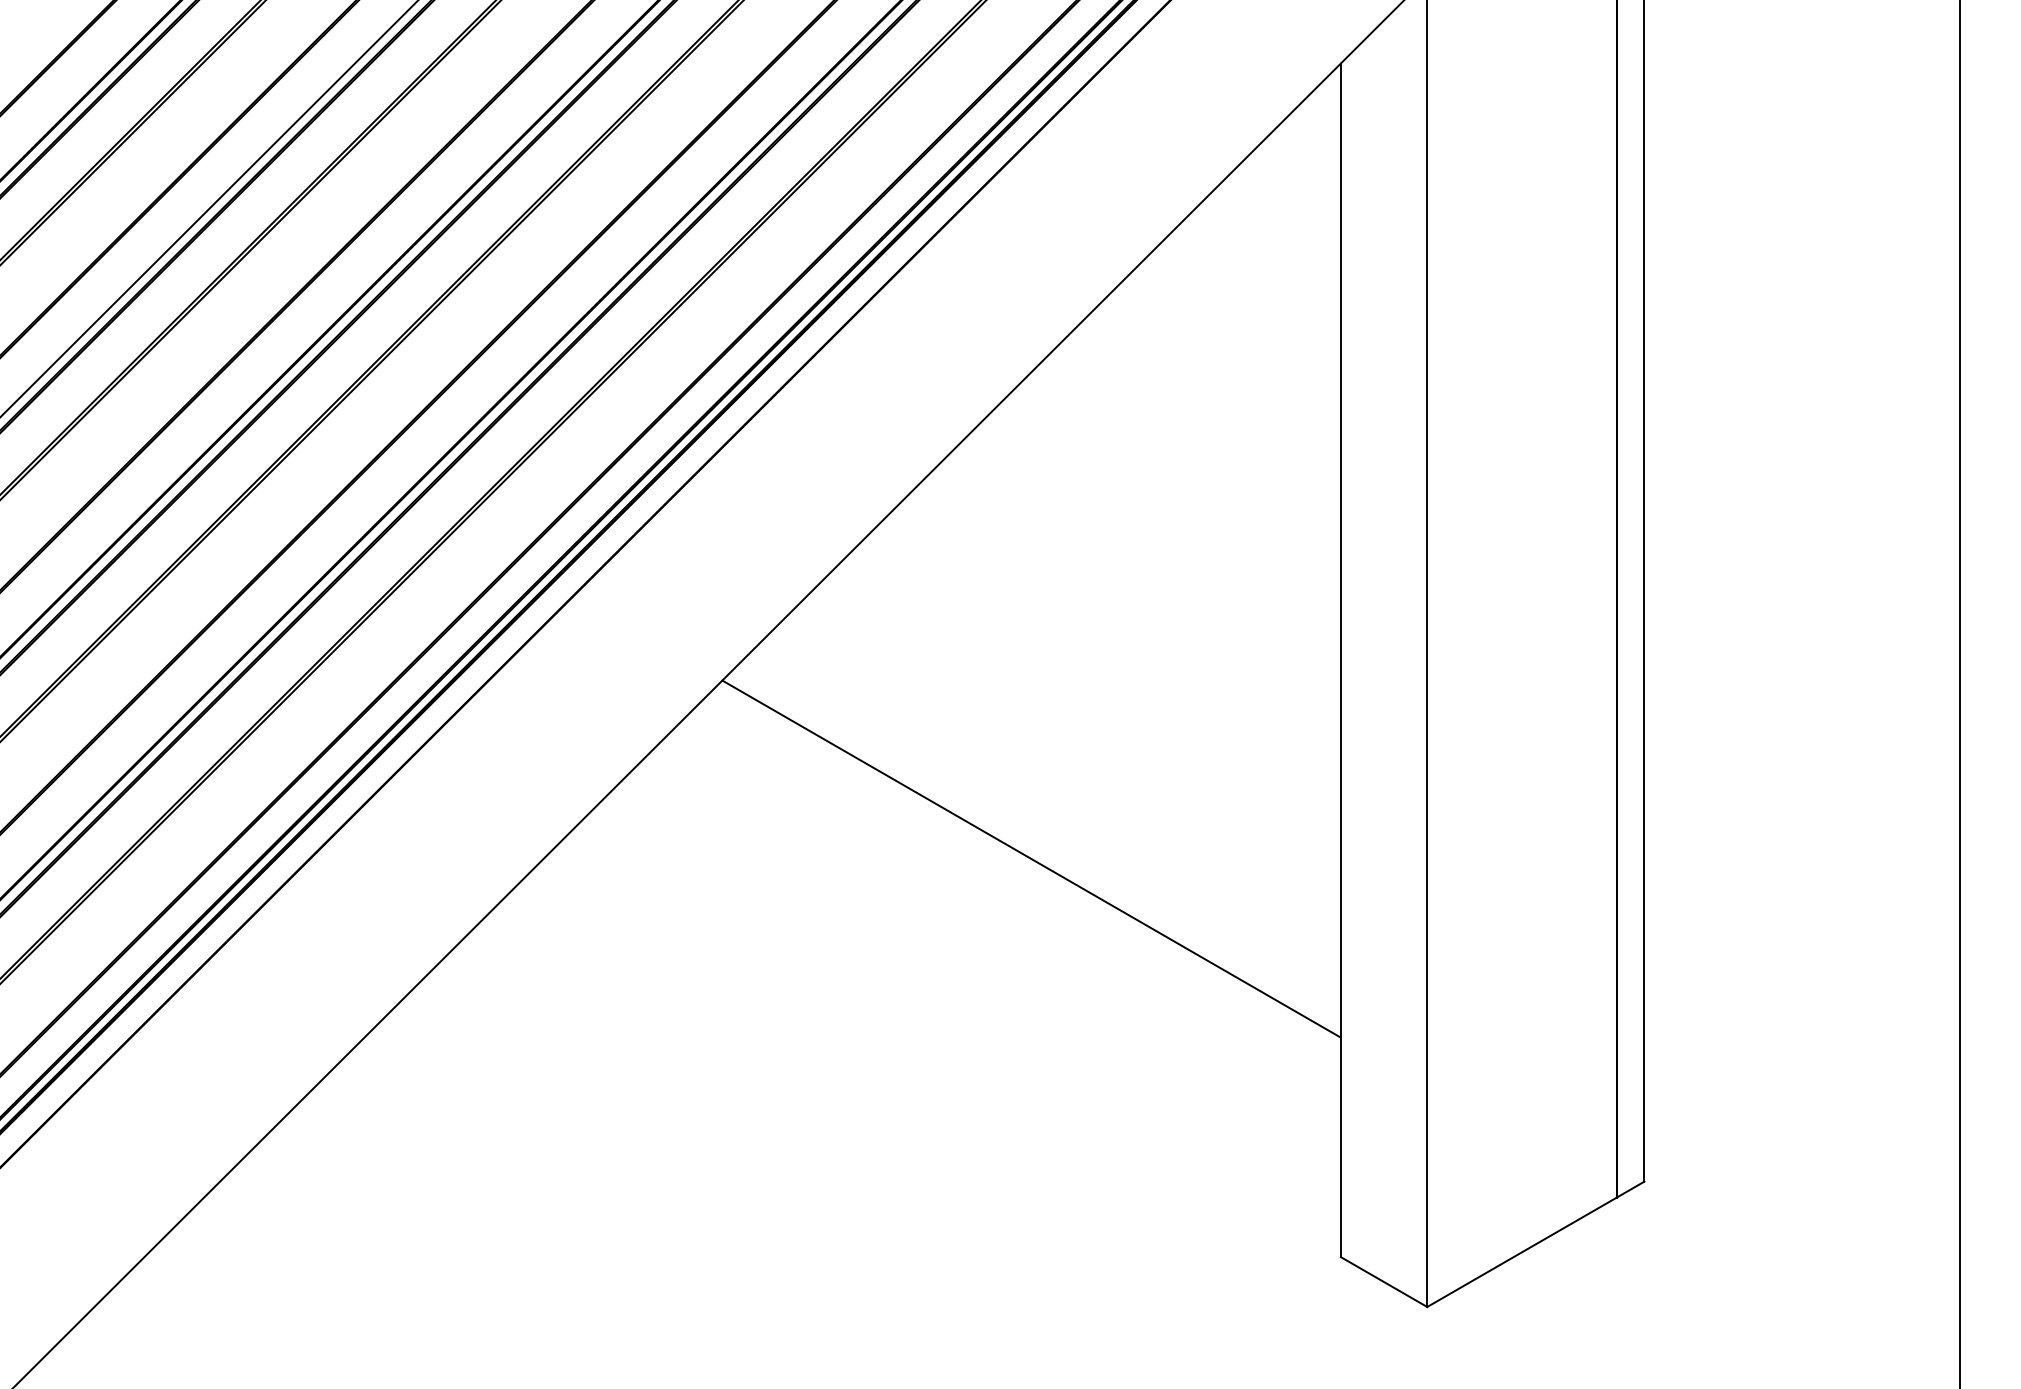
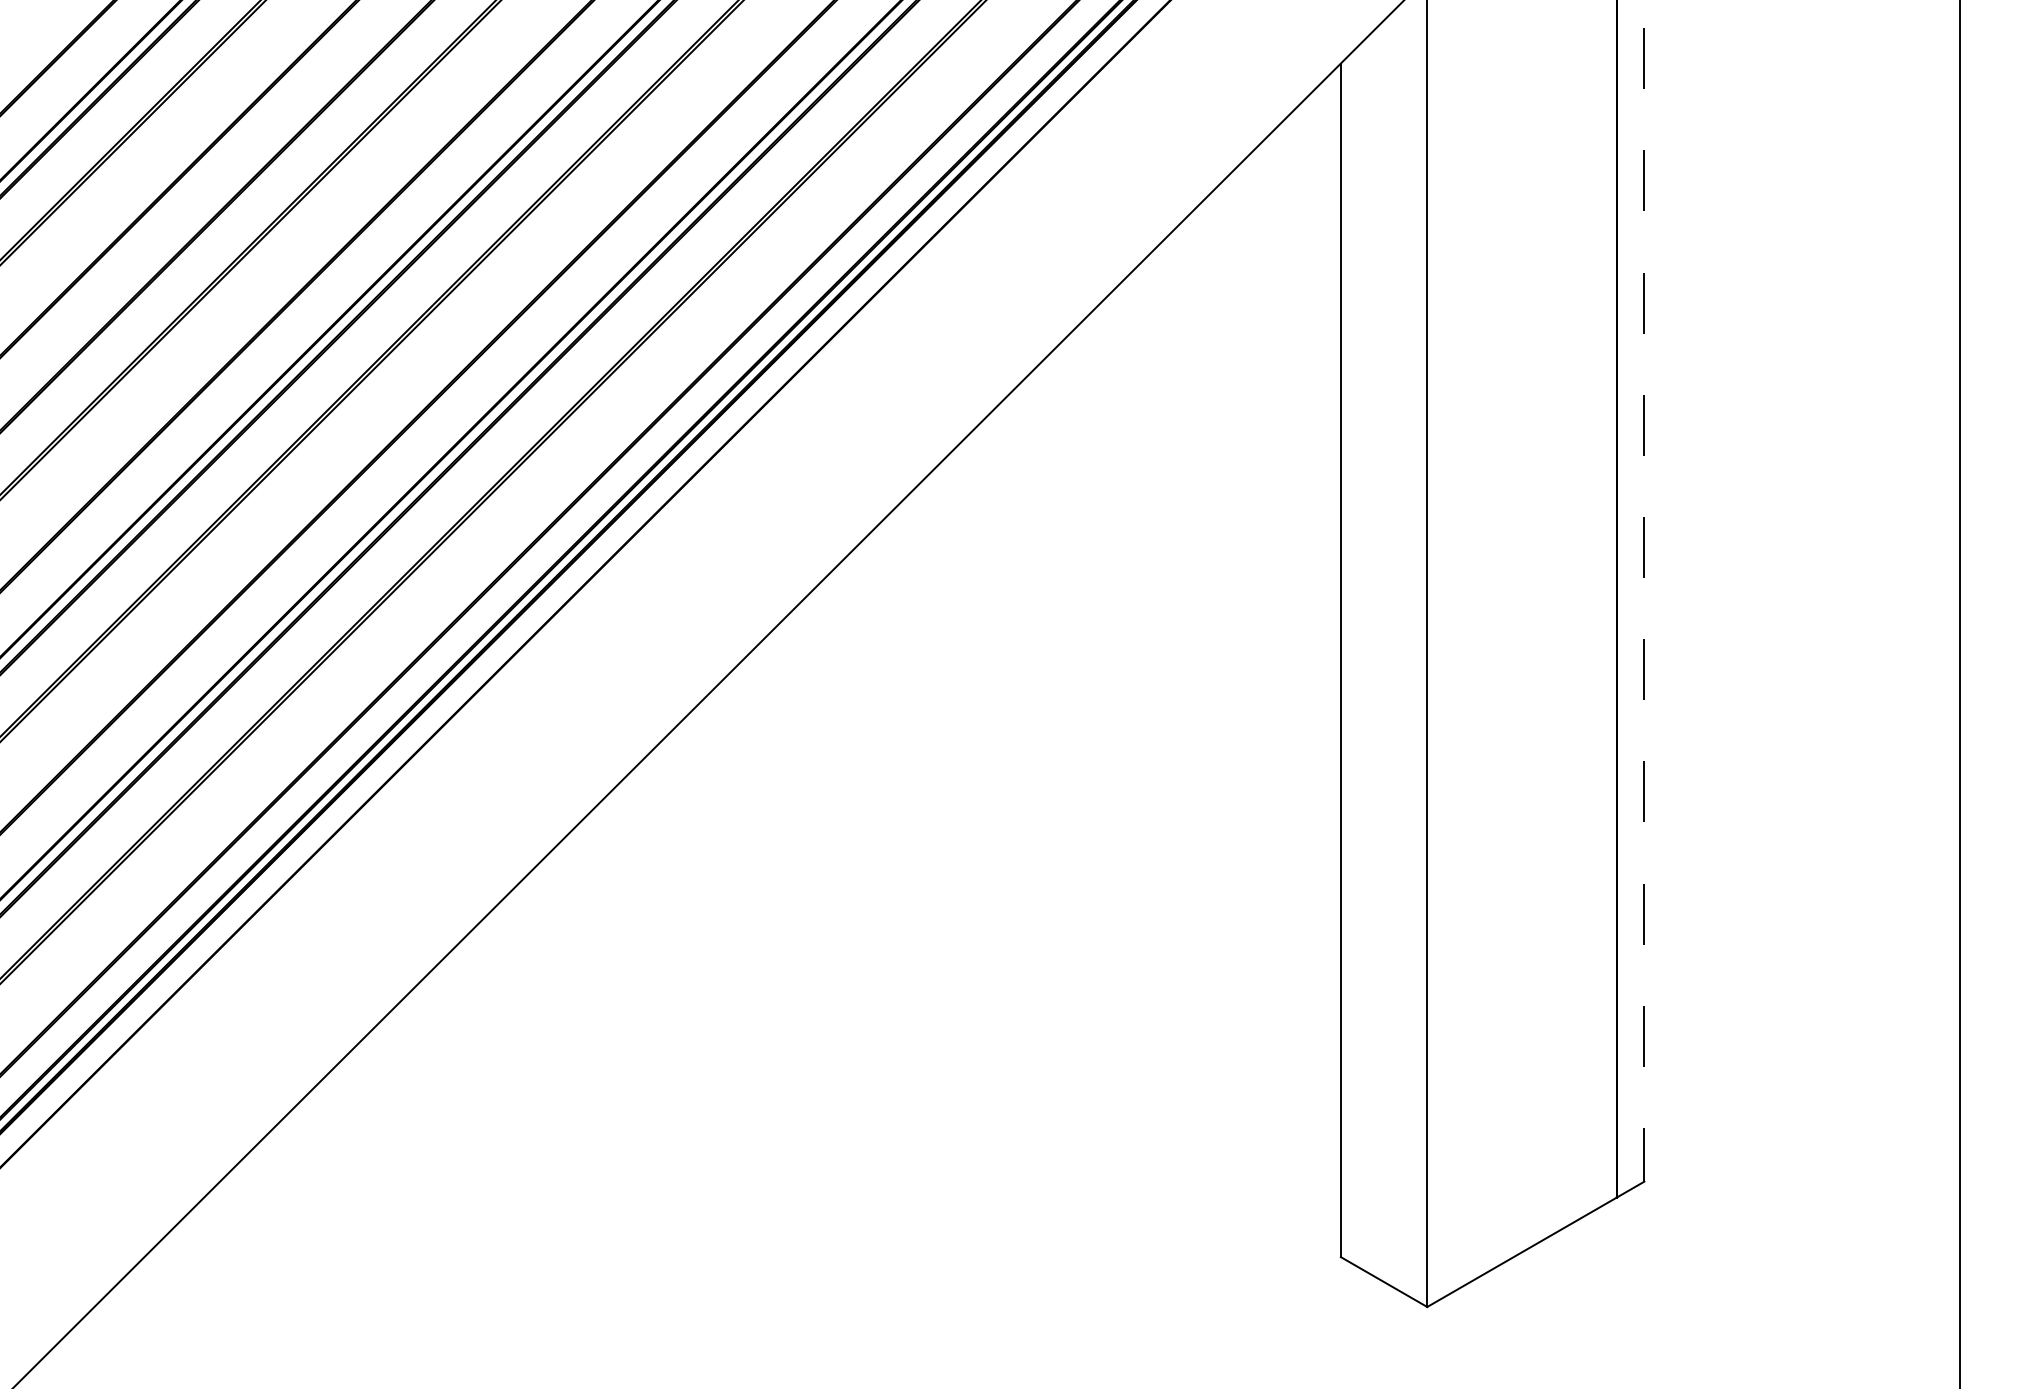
line at (209, 208): present -> none
line at (1644, 590): solid -> dashed
line at (1031, 858): present -> none
